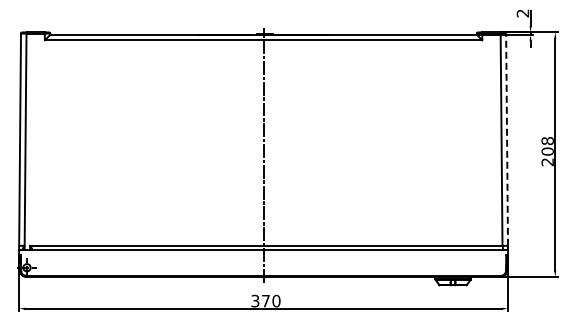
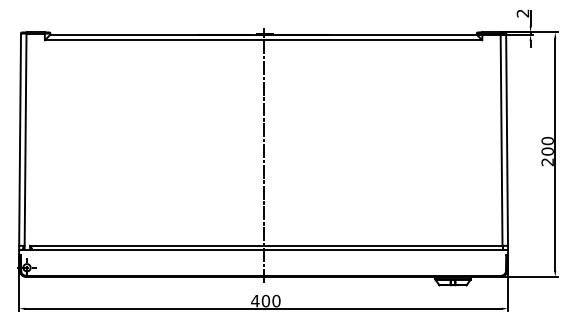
line at (507, 139): dashed -> solid
text at (547, 140): 208 -> 200
text at (260, 300): 370 -> 400
